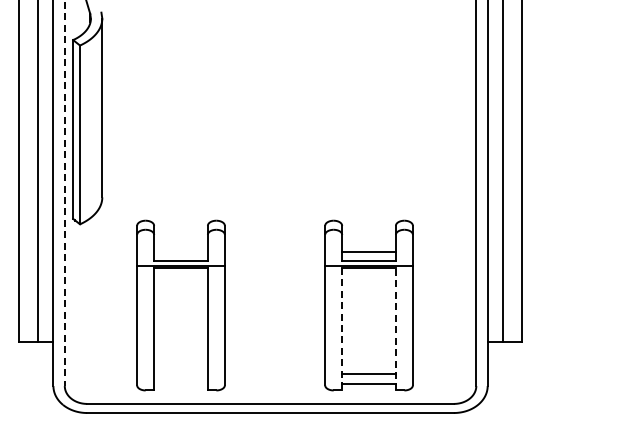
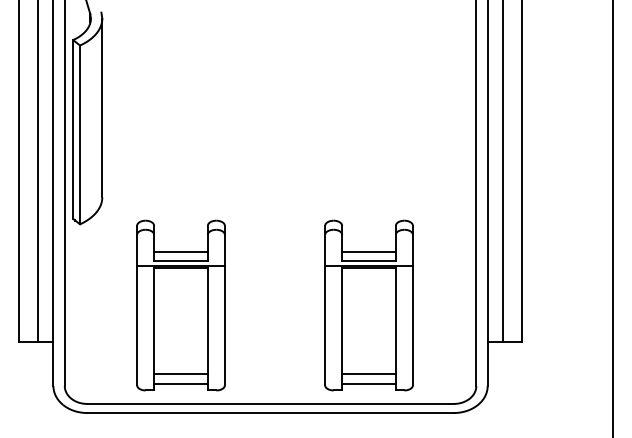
line at (64, 193): dashed -> solid
line at (613, 218): none -> present
line at (180, 251): none -> present
line at (395, 328): dashed -> solid
line at (342, 329): dashed -> solid
line at (180, 374): none -> present
line at (180, 383): none -> present
